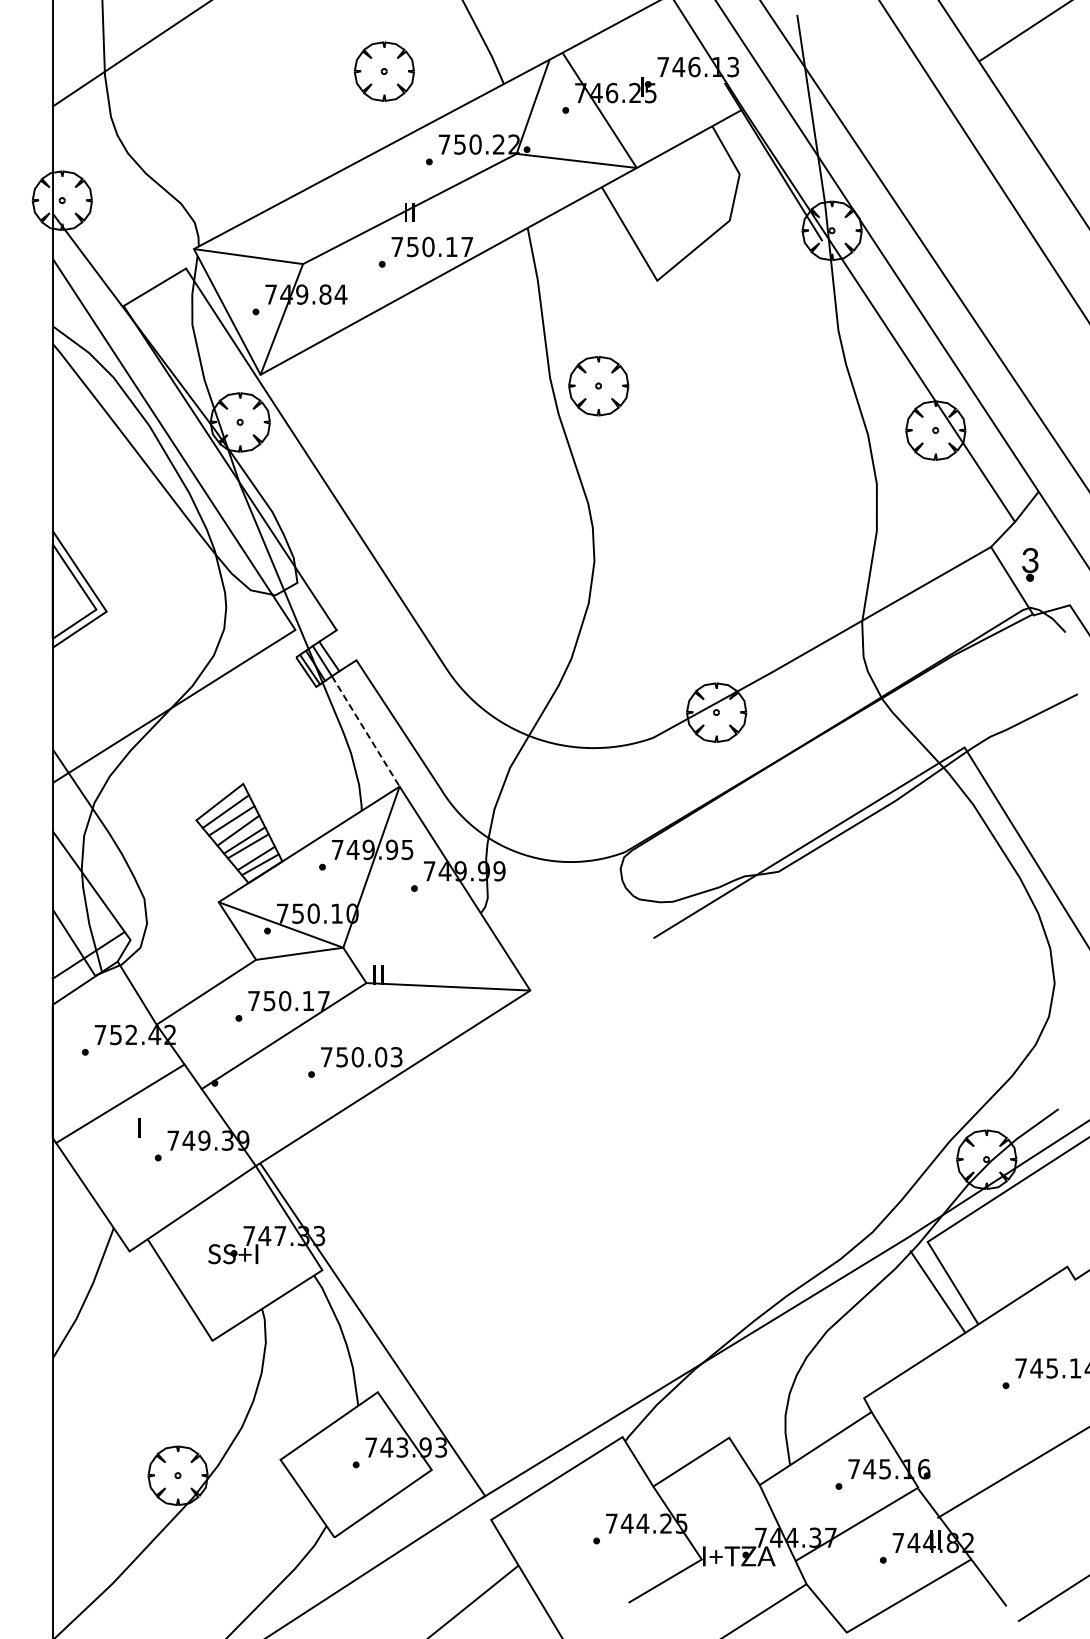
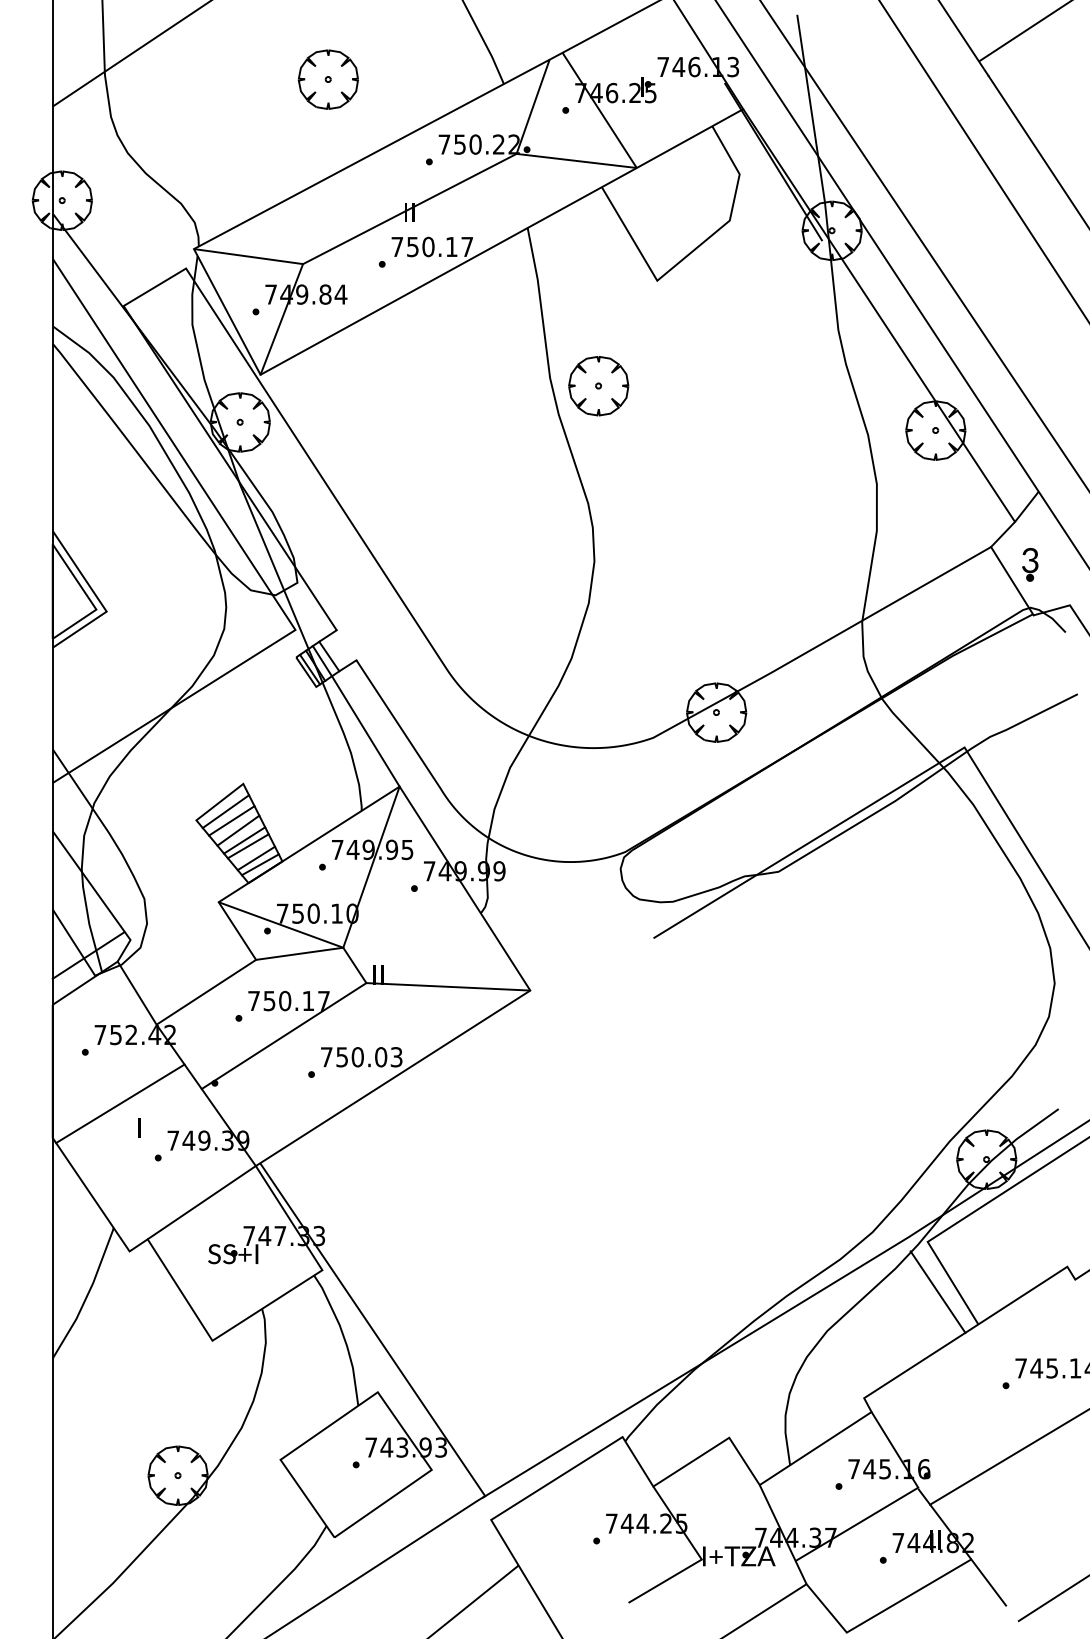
part at (383, 71) position: (383, 71) -> (327, 79)
line at (365, 731): dashed -> solid
line at (1012, 1472) position: (1012, 1472) -> (1008, 1457)
